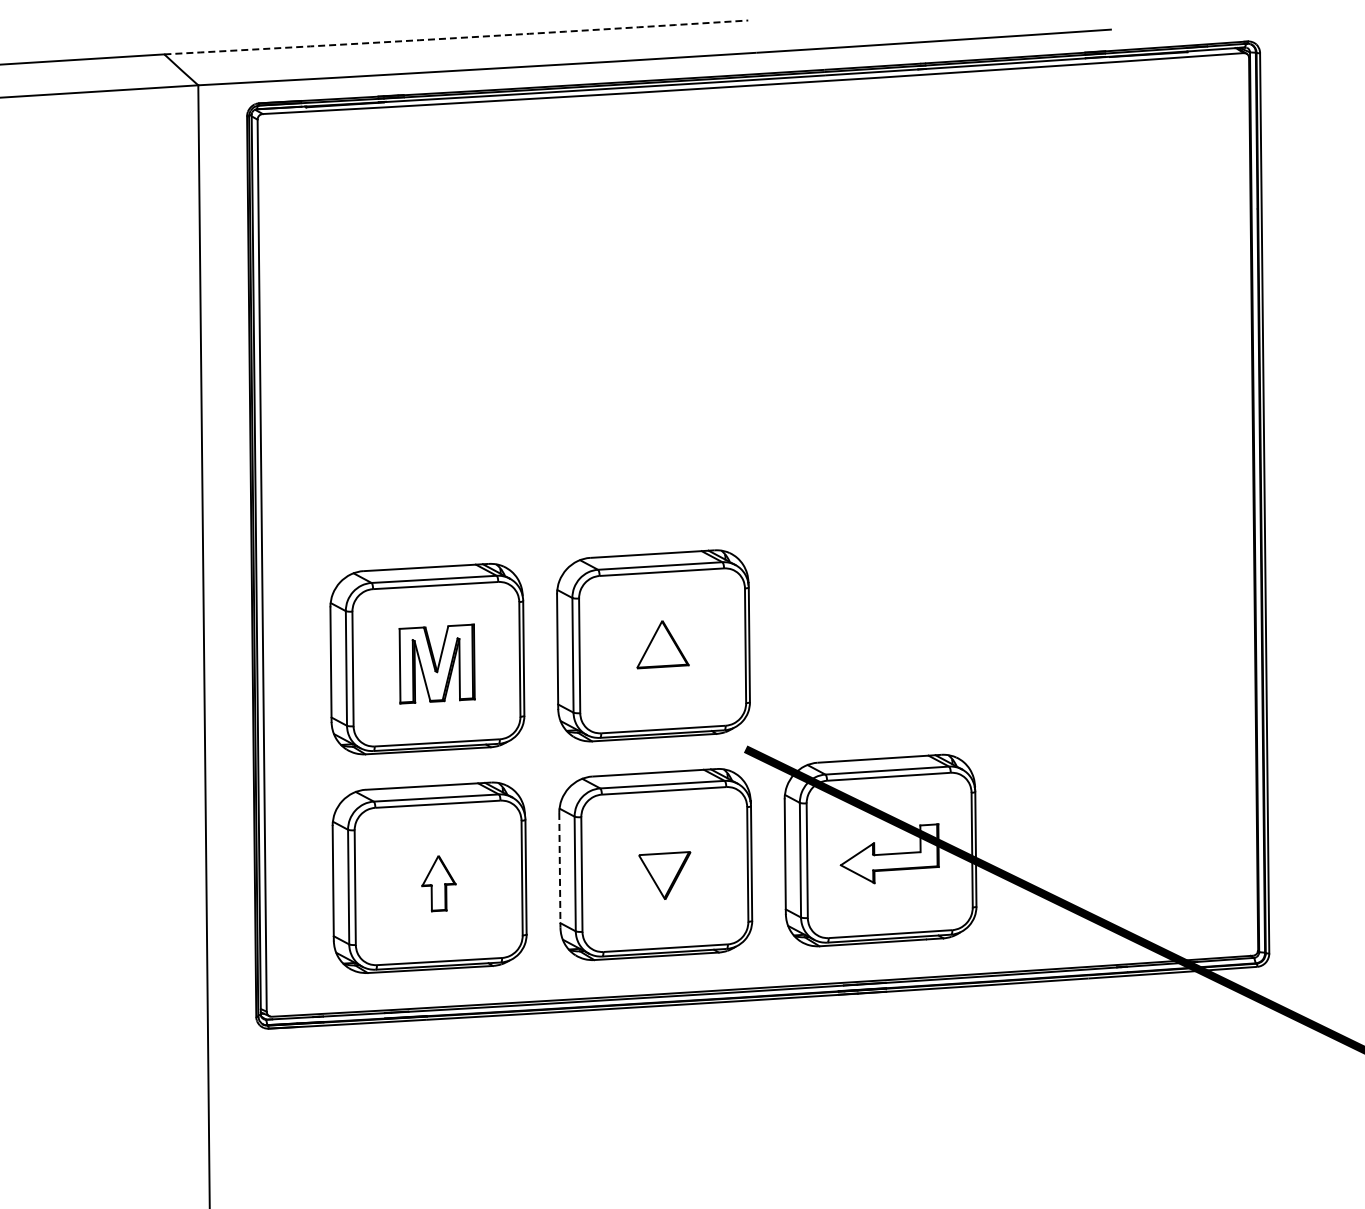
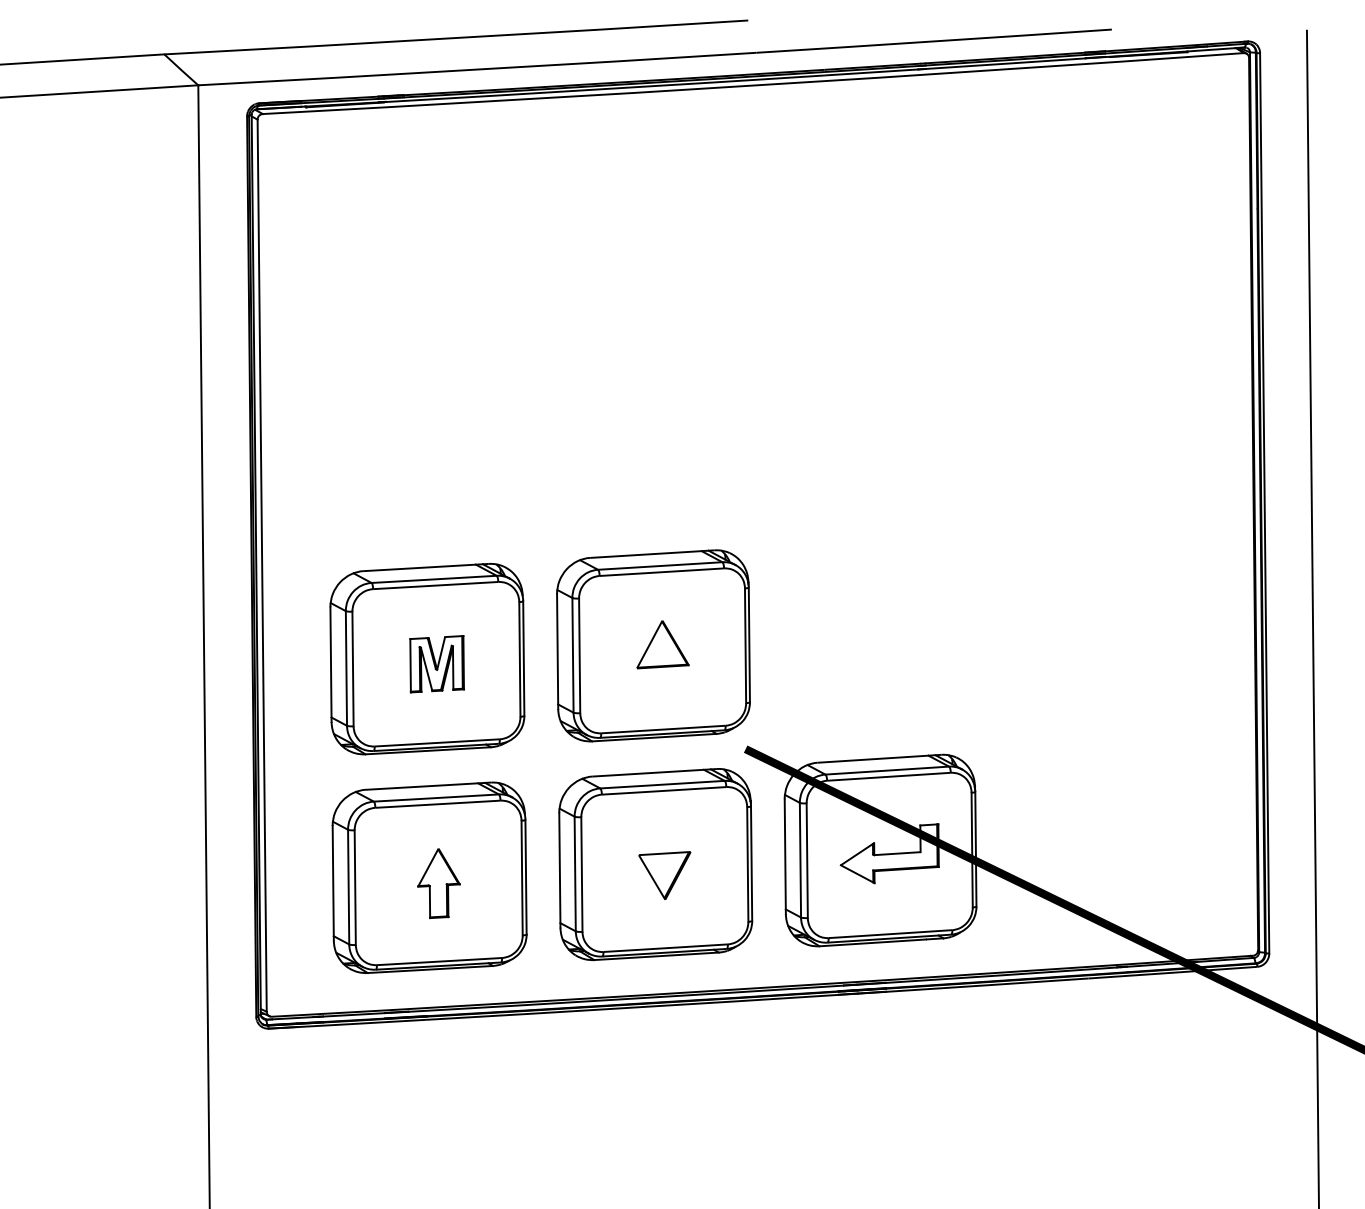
arc at (456, 38): dashed -> solid
line at (1312, 617): none -> present
part at (436, 663) size: 78x82 px -> 56x59 px
line at (559, 870): dashed -> solid
part at (438, 883) size: 36x58 px -> 44x72 px
